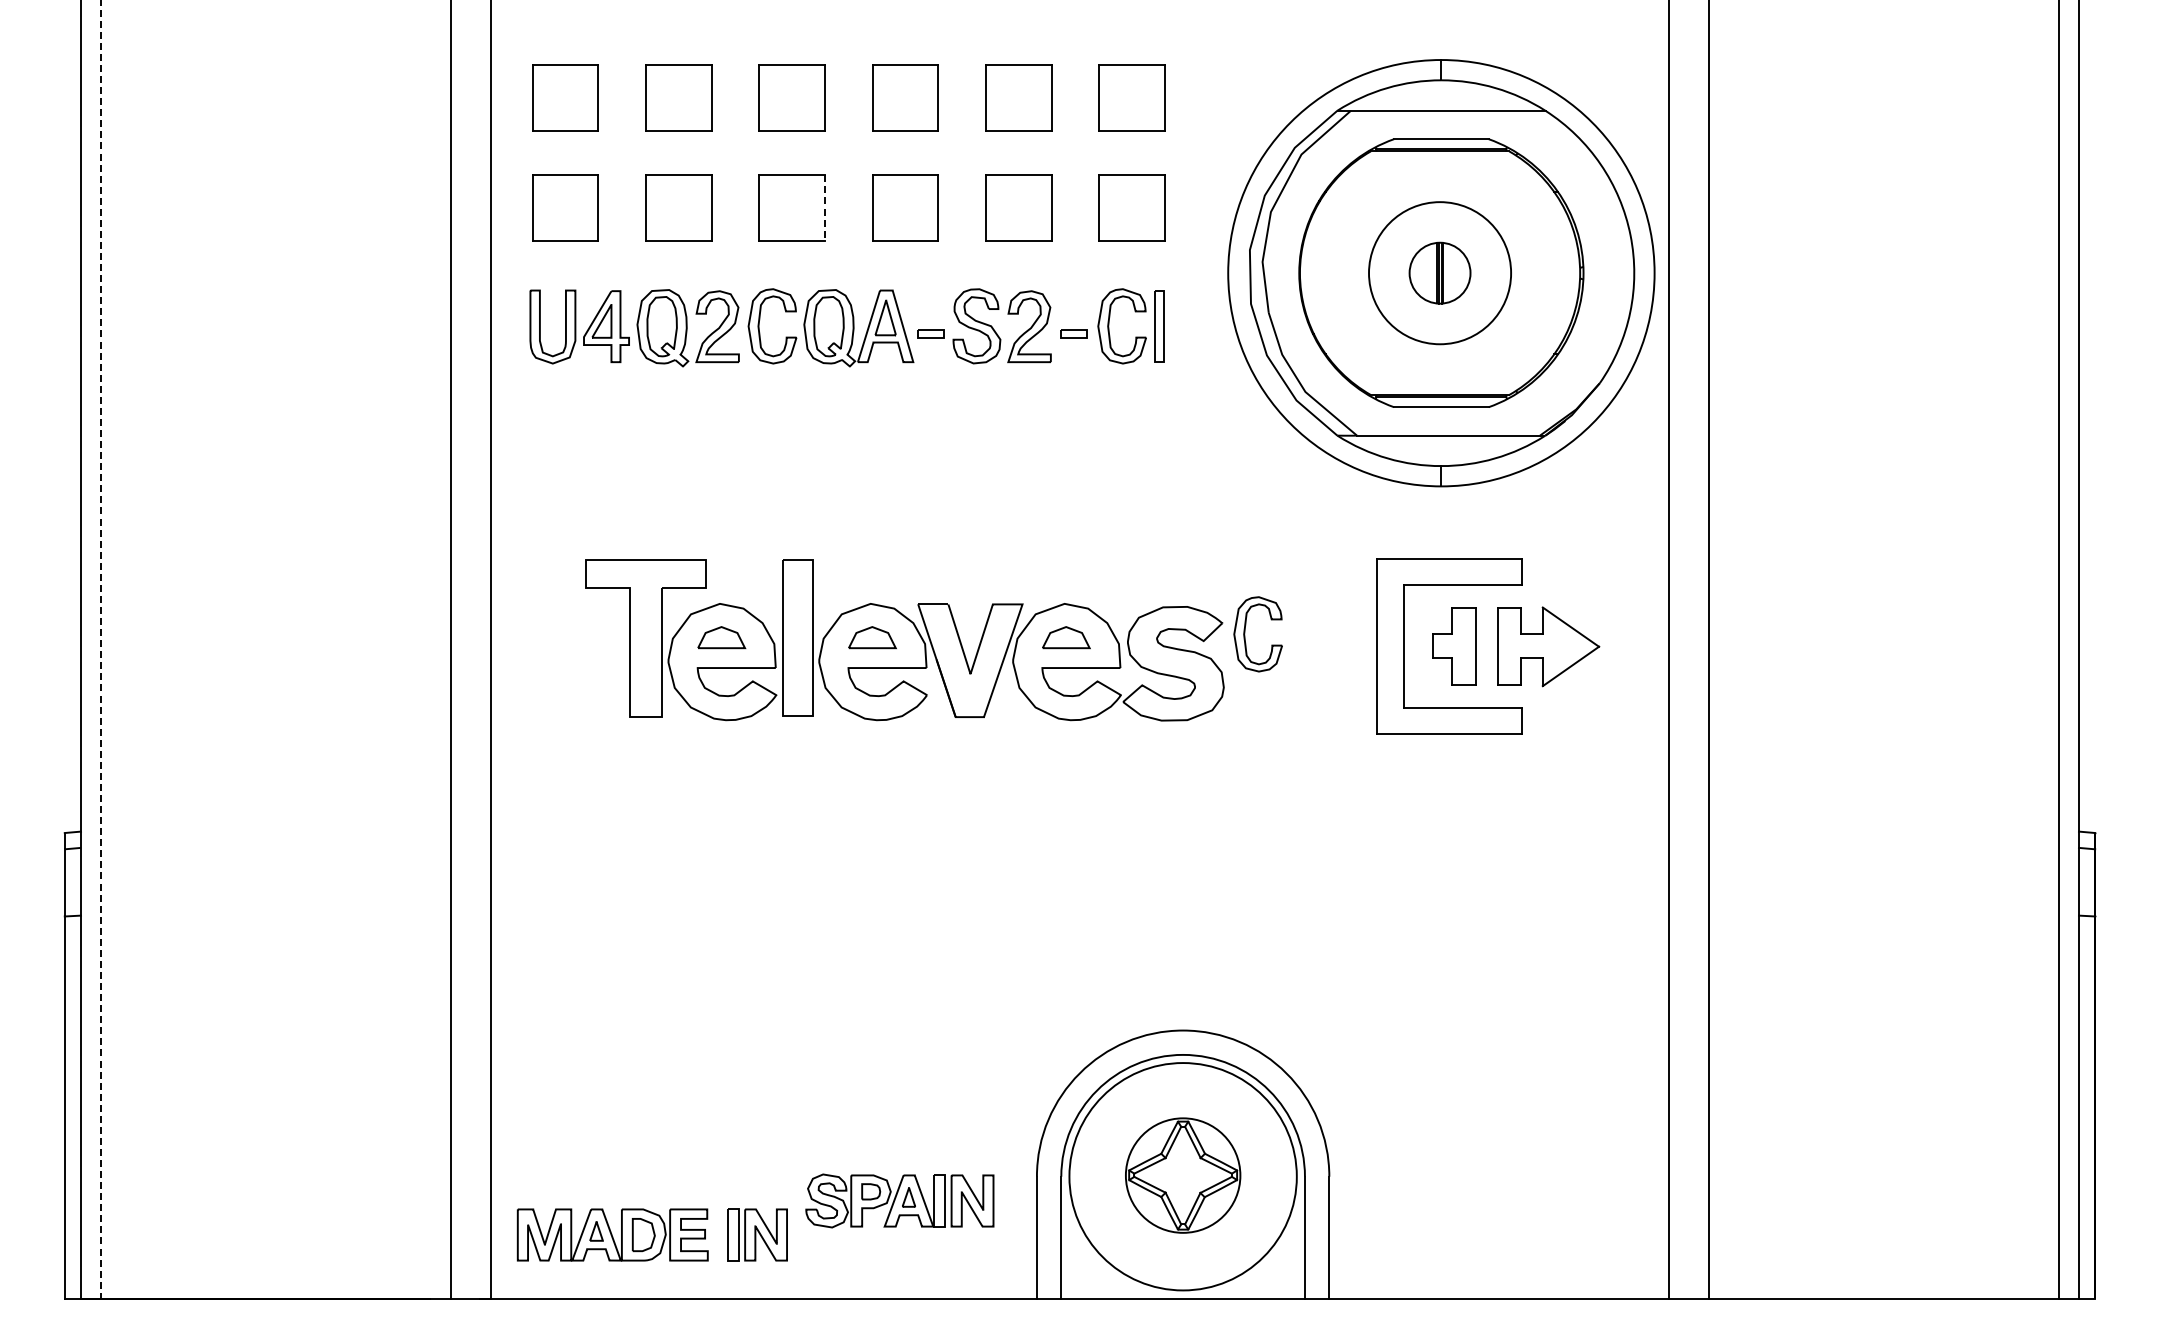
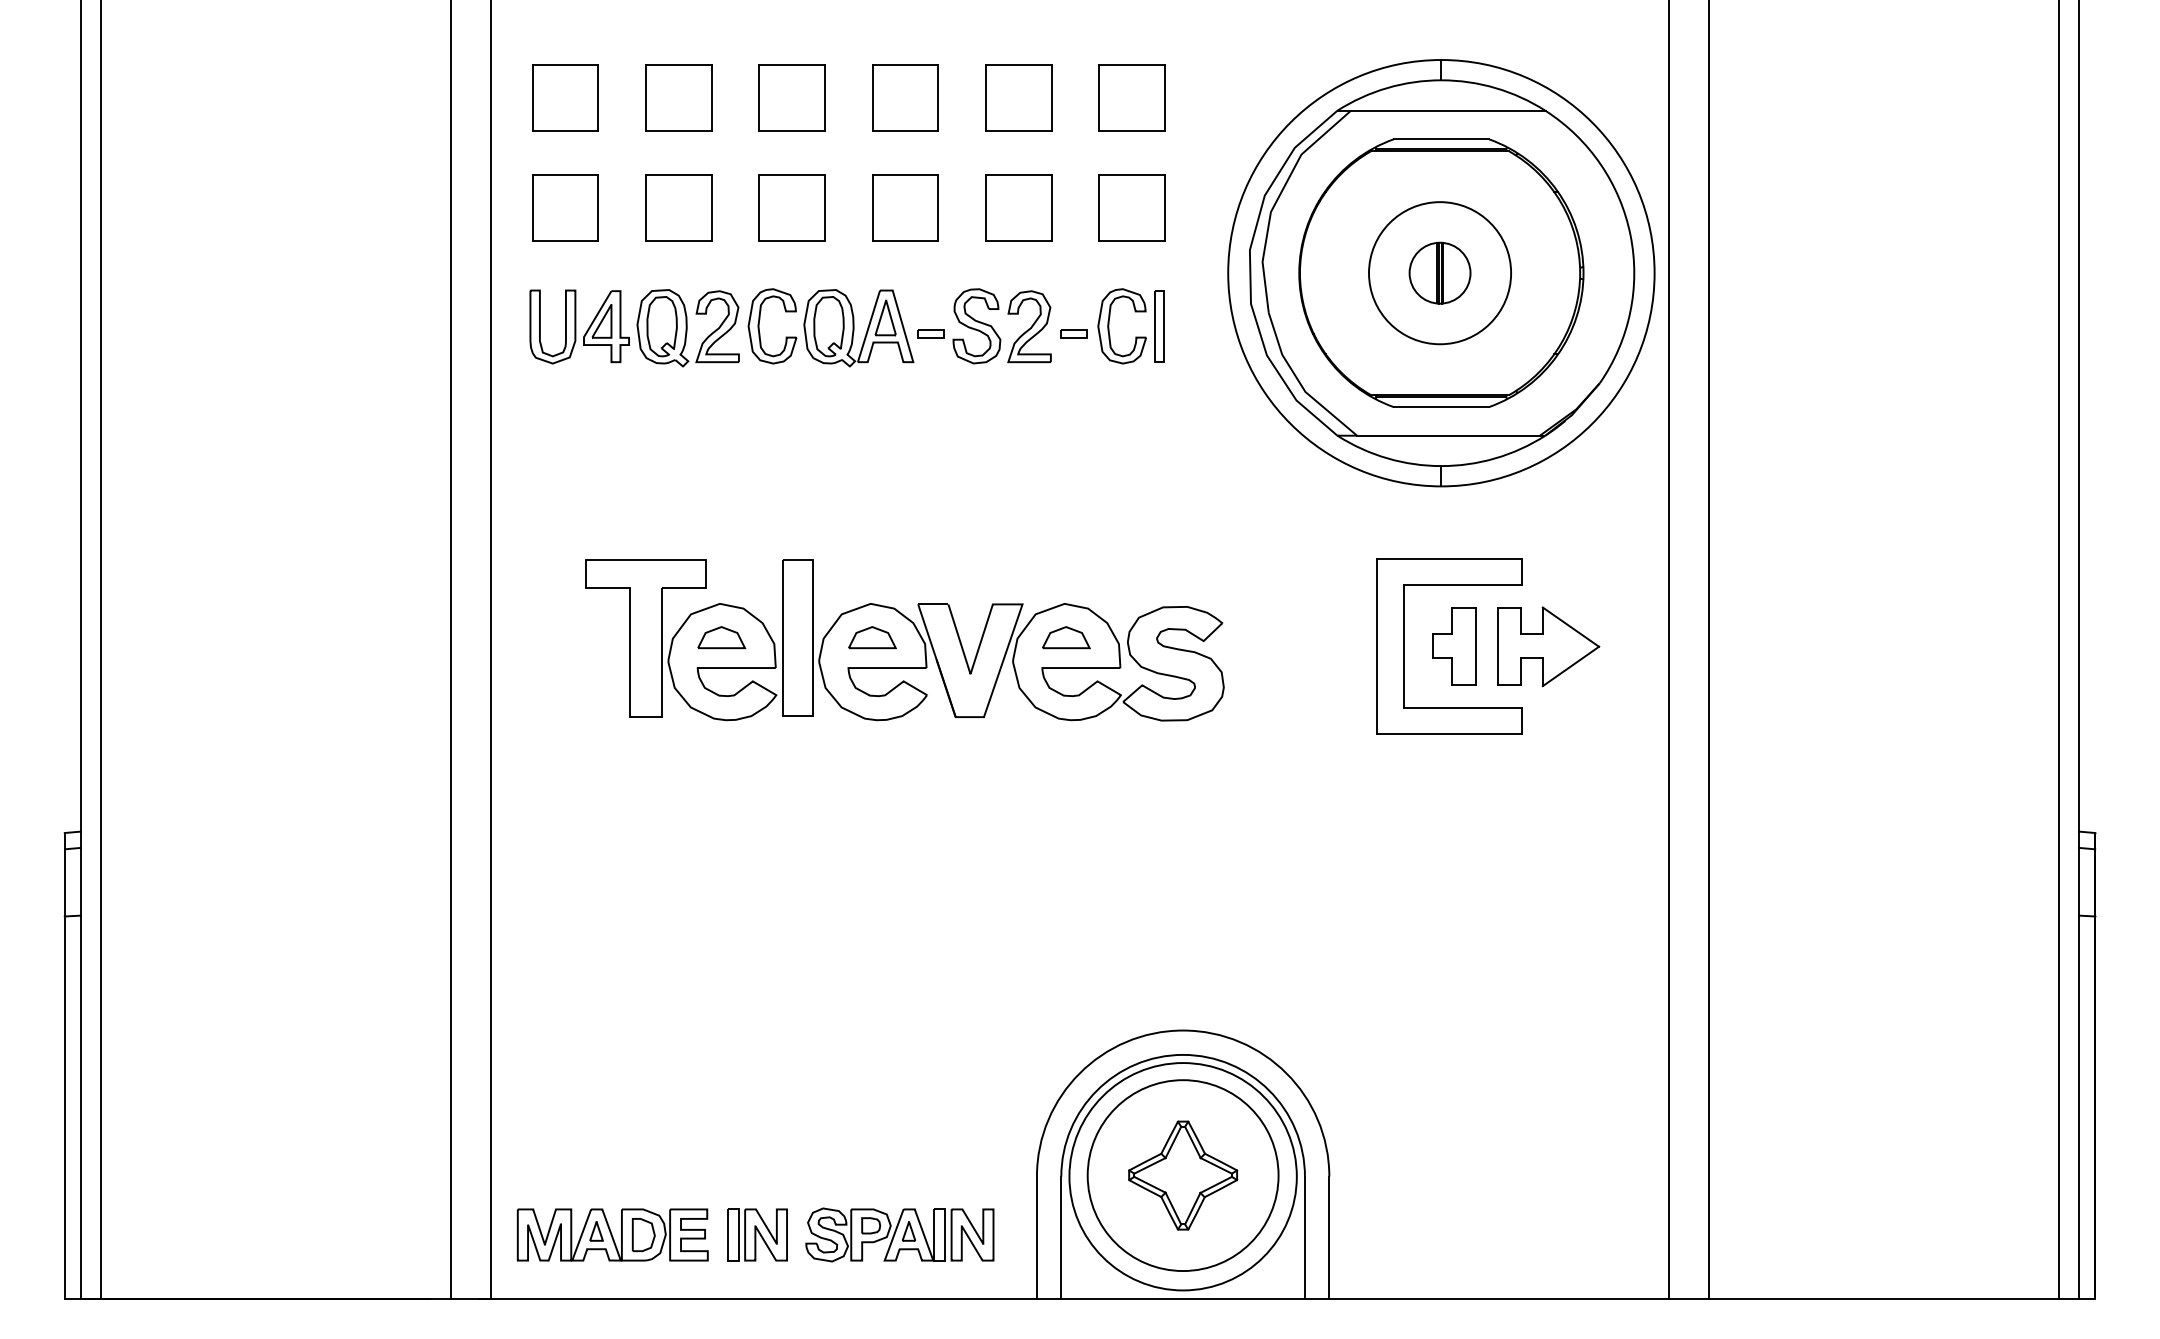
line at (824, 208): dashed -> solid
part at (1245, 634): present -> none
line at (101, 650): dashed -> solid
circle at (1182, 1175) diameter: 115 px -> 191 px
part at (899, 1200) position: (899, 1200) -> (899, 1234)
